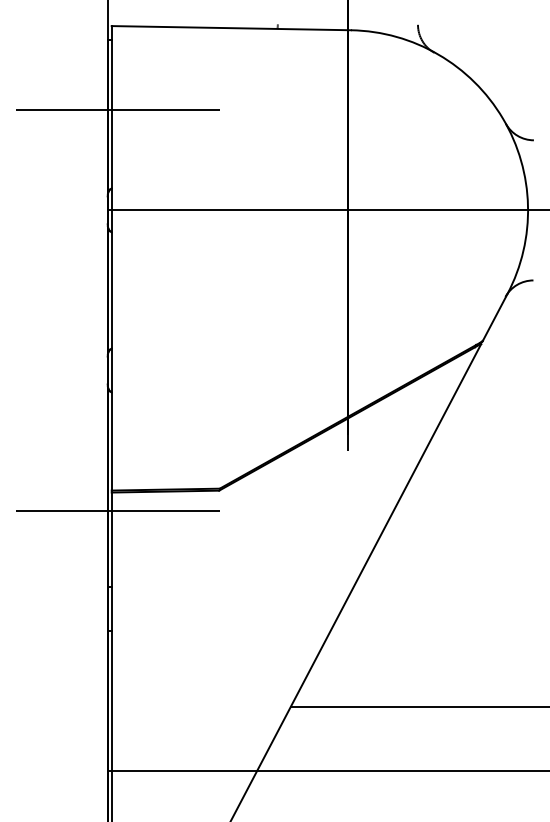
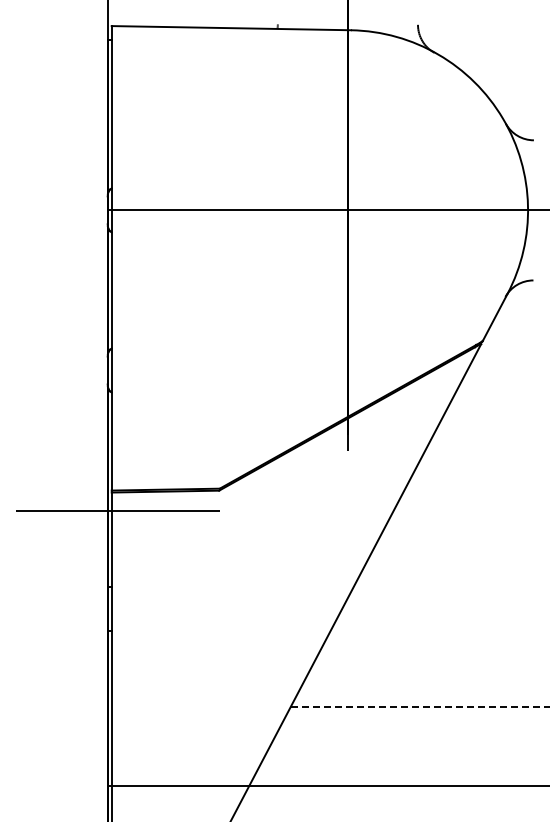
line at (117, 110): present -> none
line at (420, 706): solid -> dashed
line at (326, 770) position: (326, 770) -> (326, 785)
